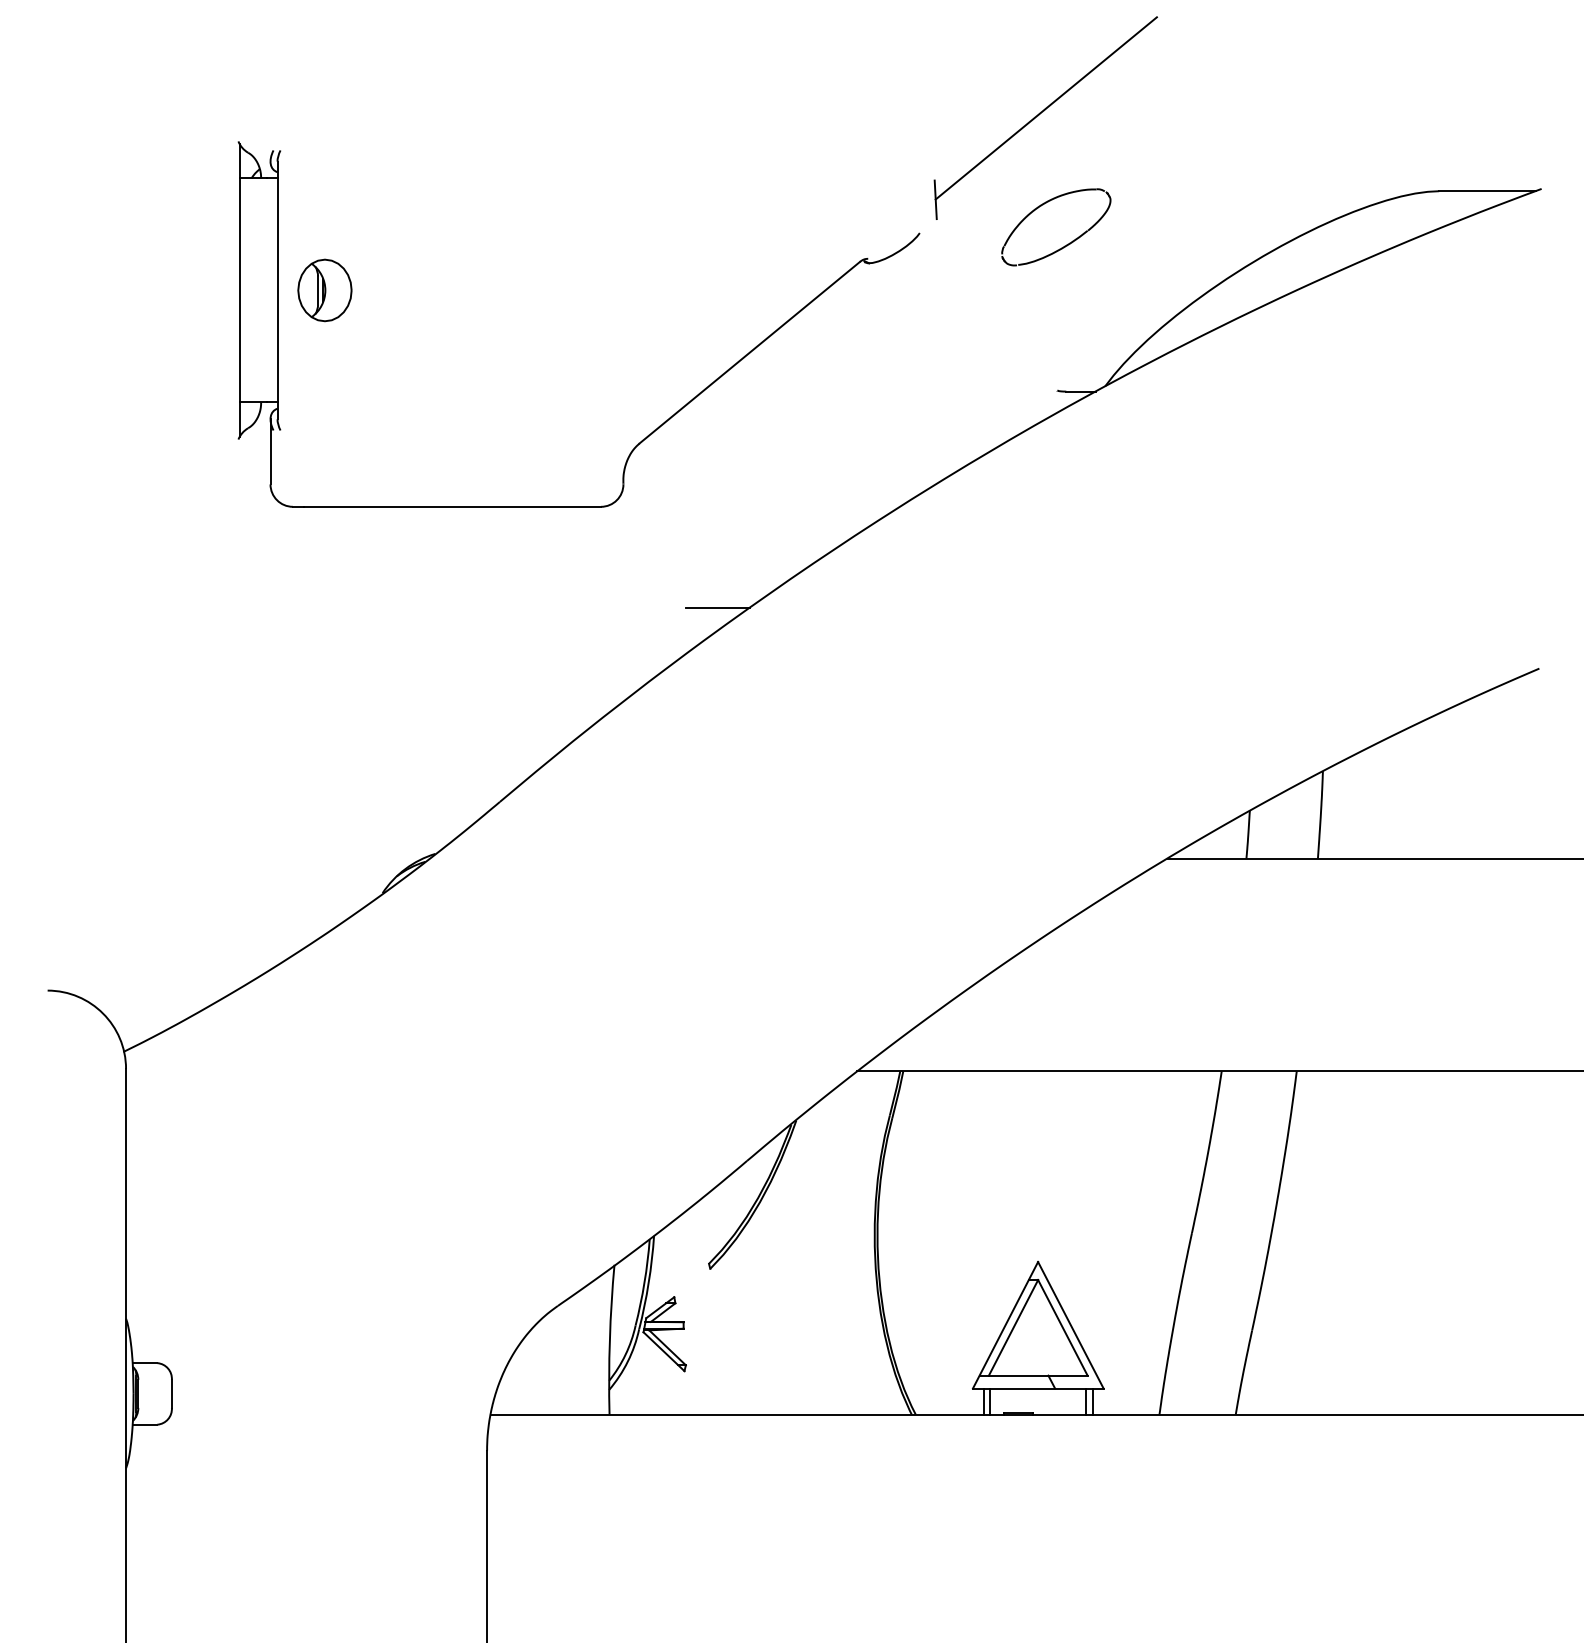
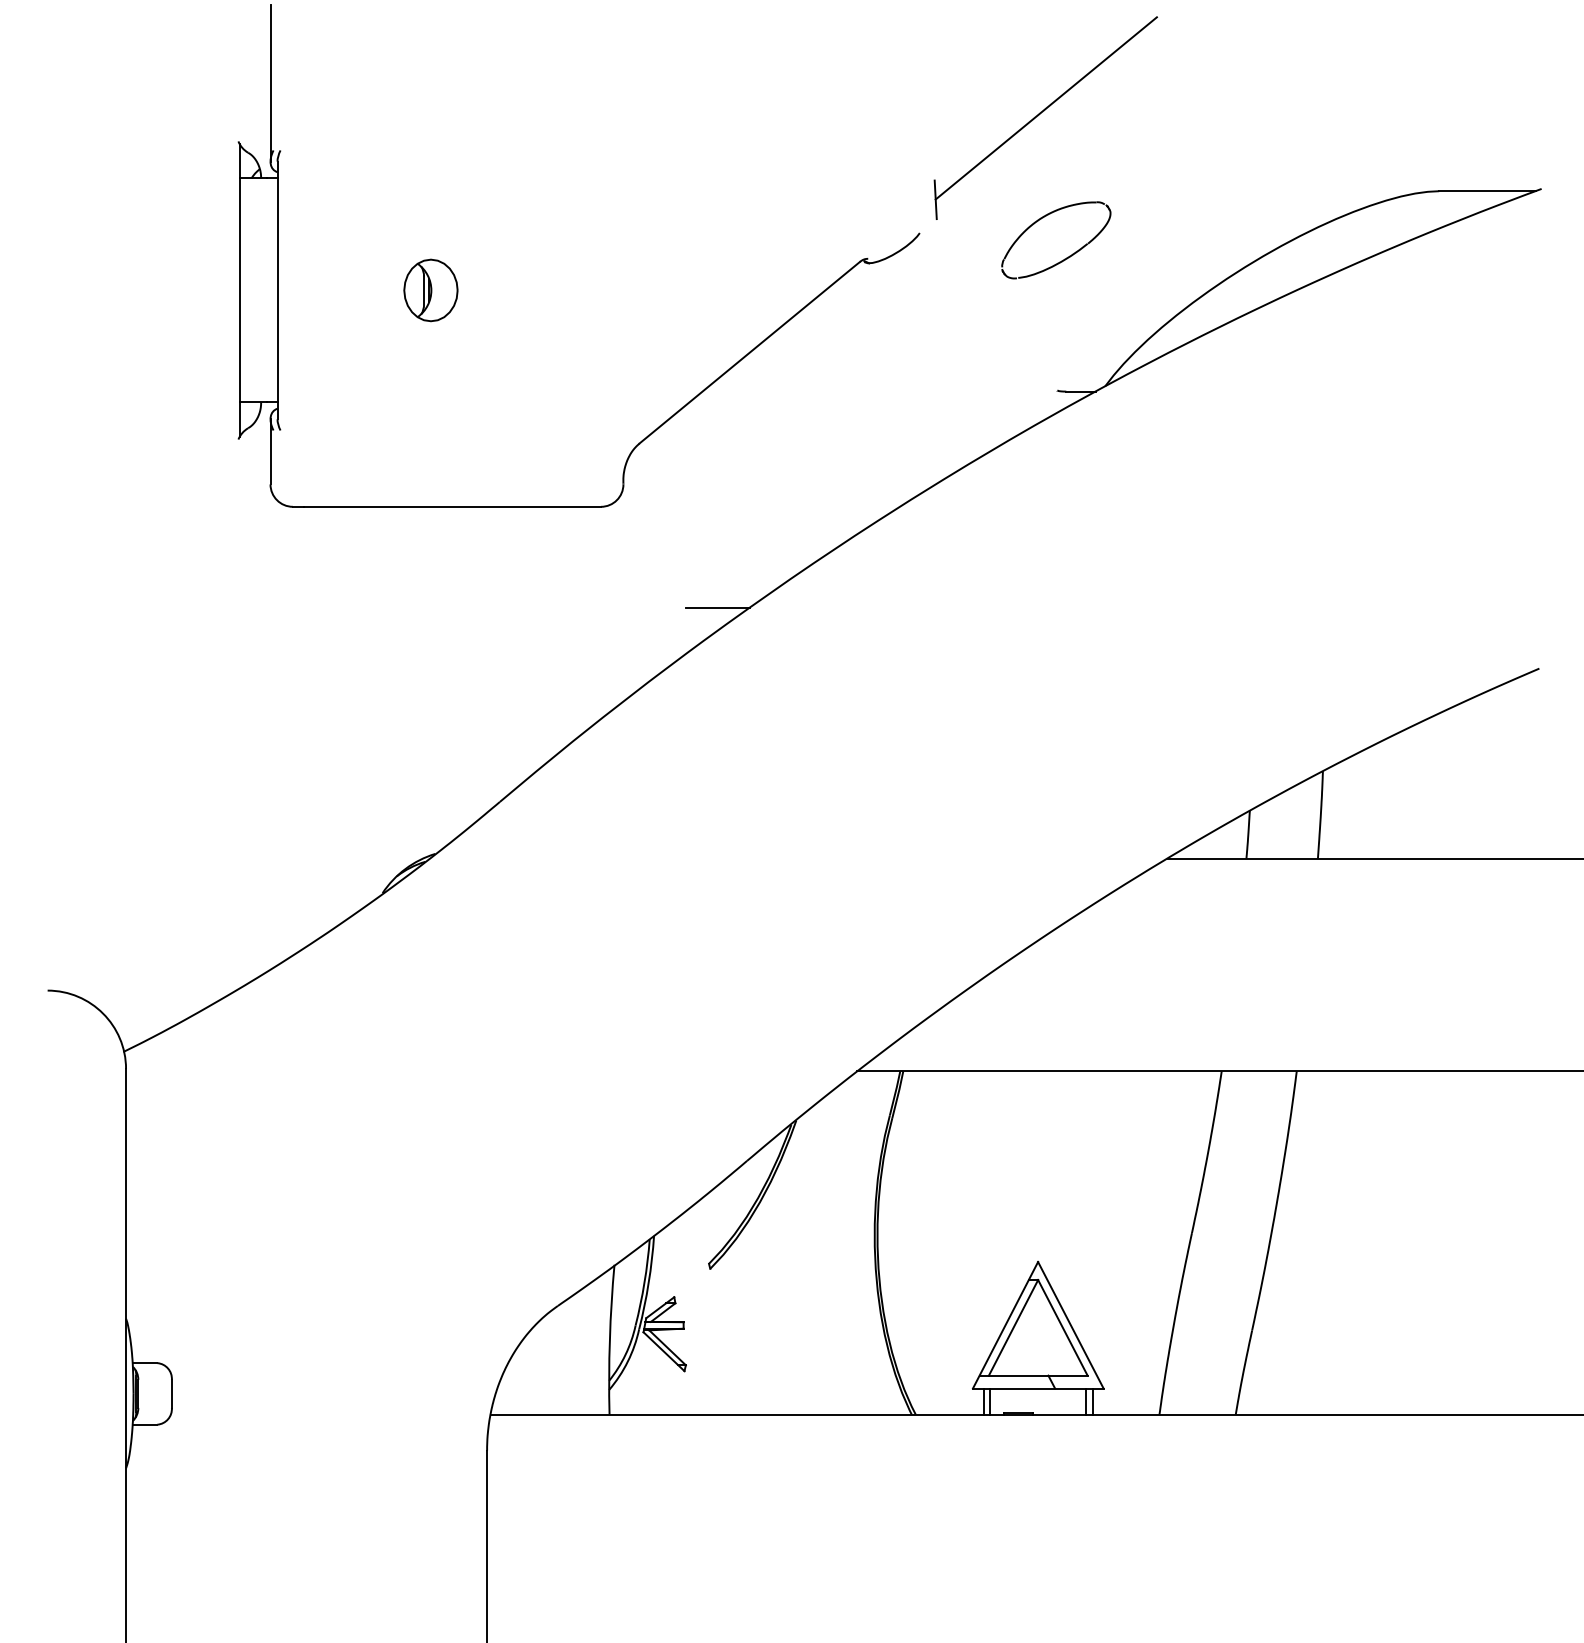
line at (270, 82): none -> present
part at (1064, 245) position: (1064, 245) -> (1064, 258)
part at (324, 290) position: (324, 290) -> (430, 290)
